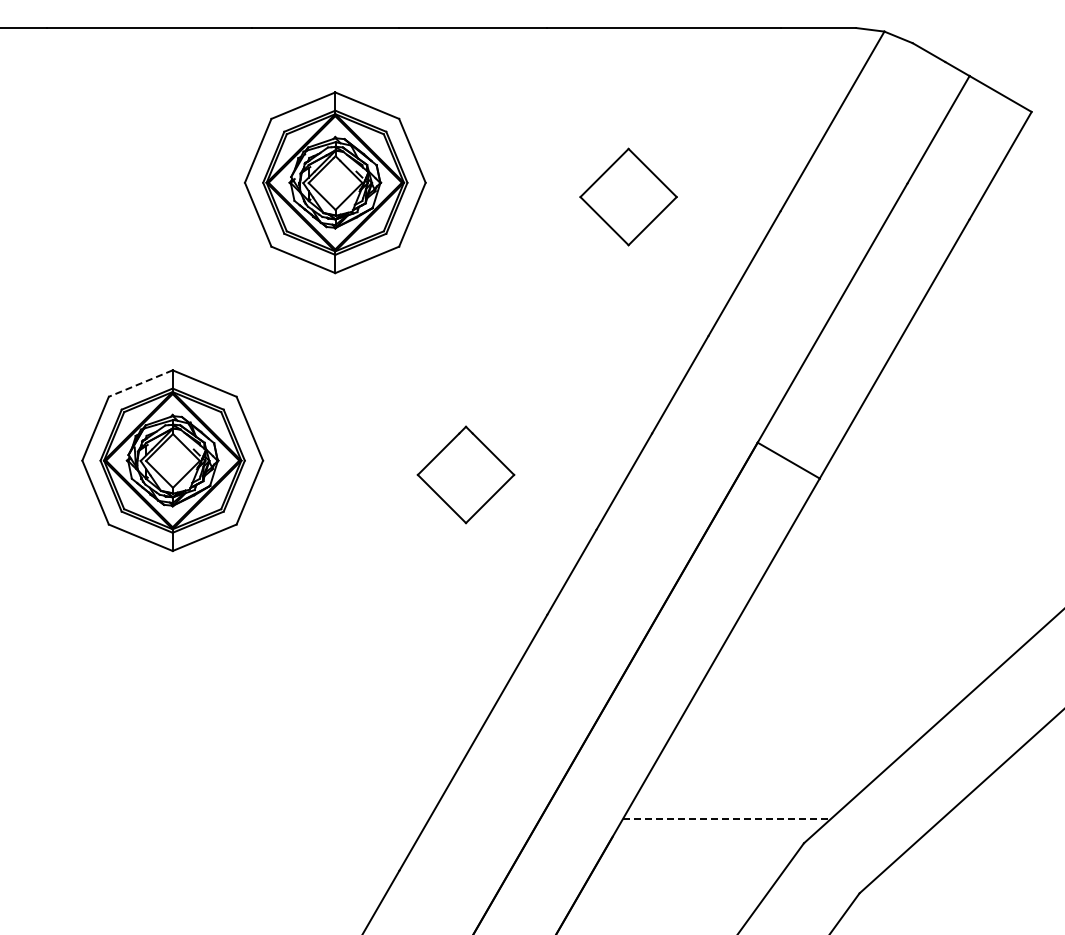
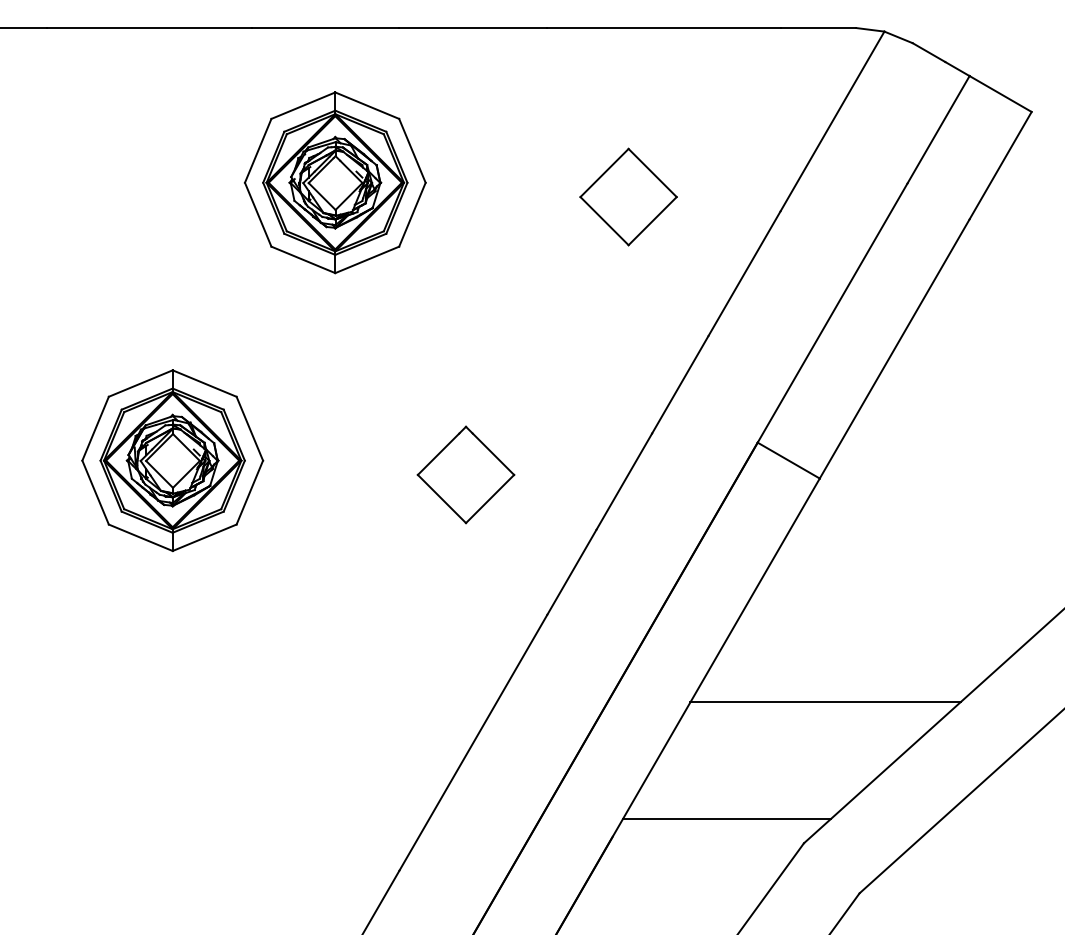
line at (140, 383): dashed -> solid
line at (825, 702): none -> present
line at (726, 819): dashed -> solid
